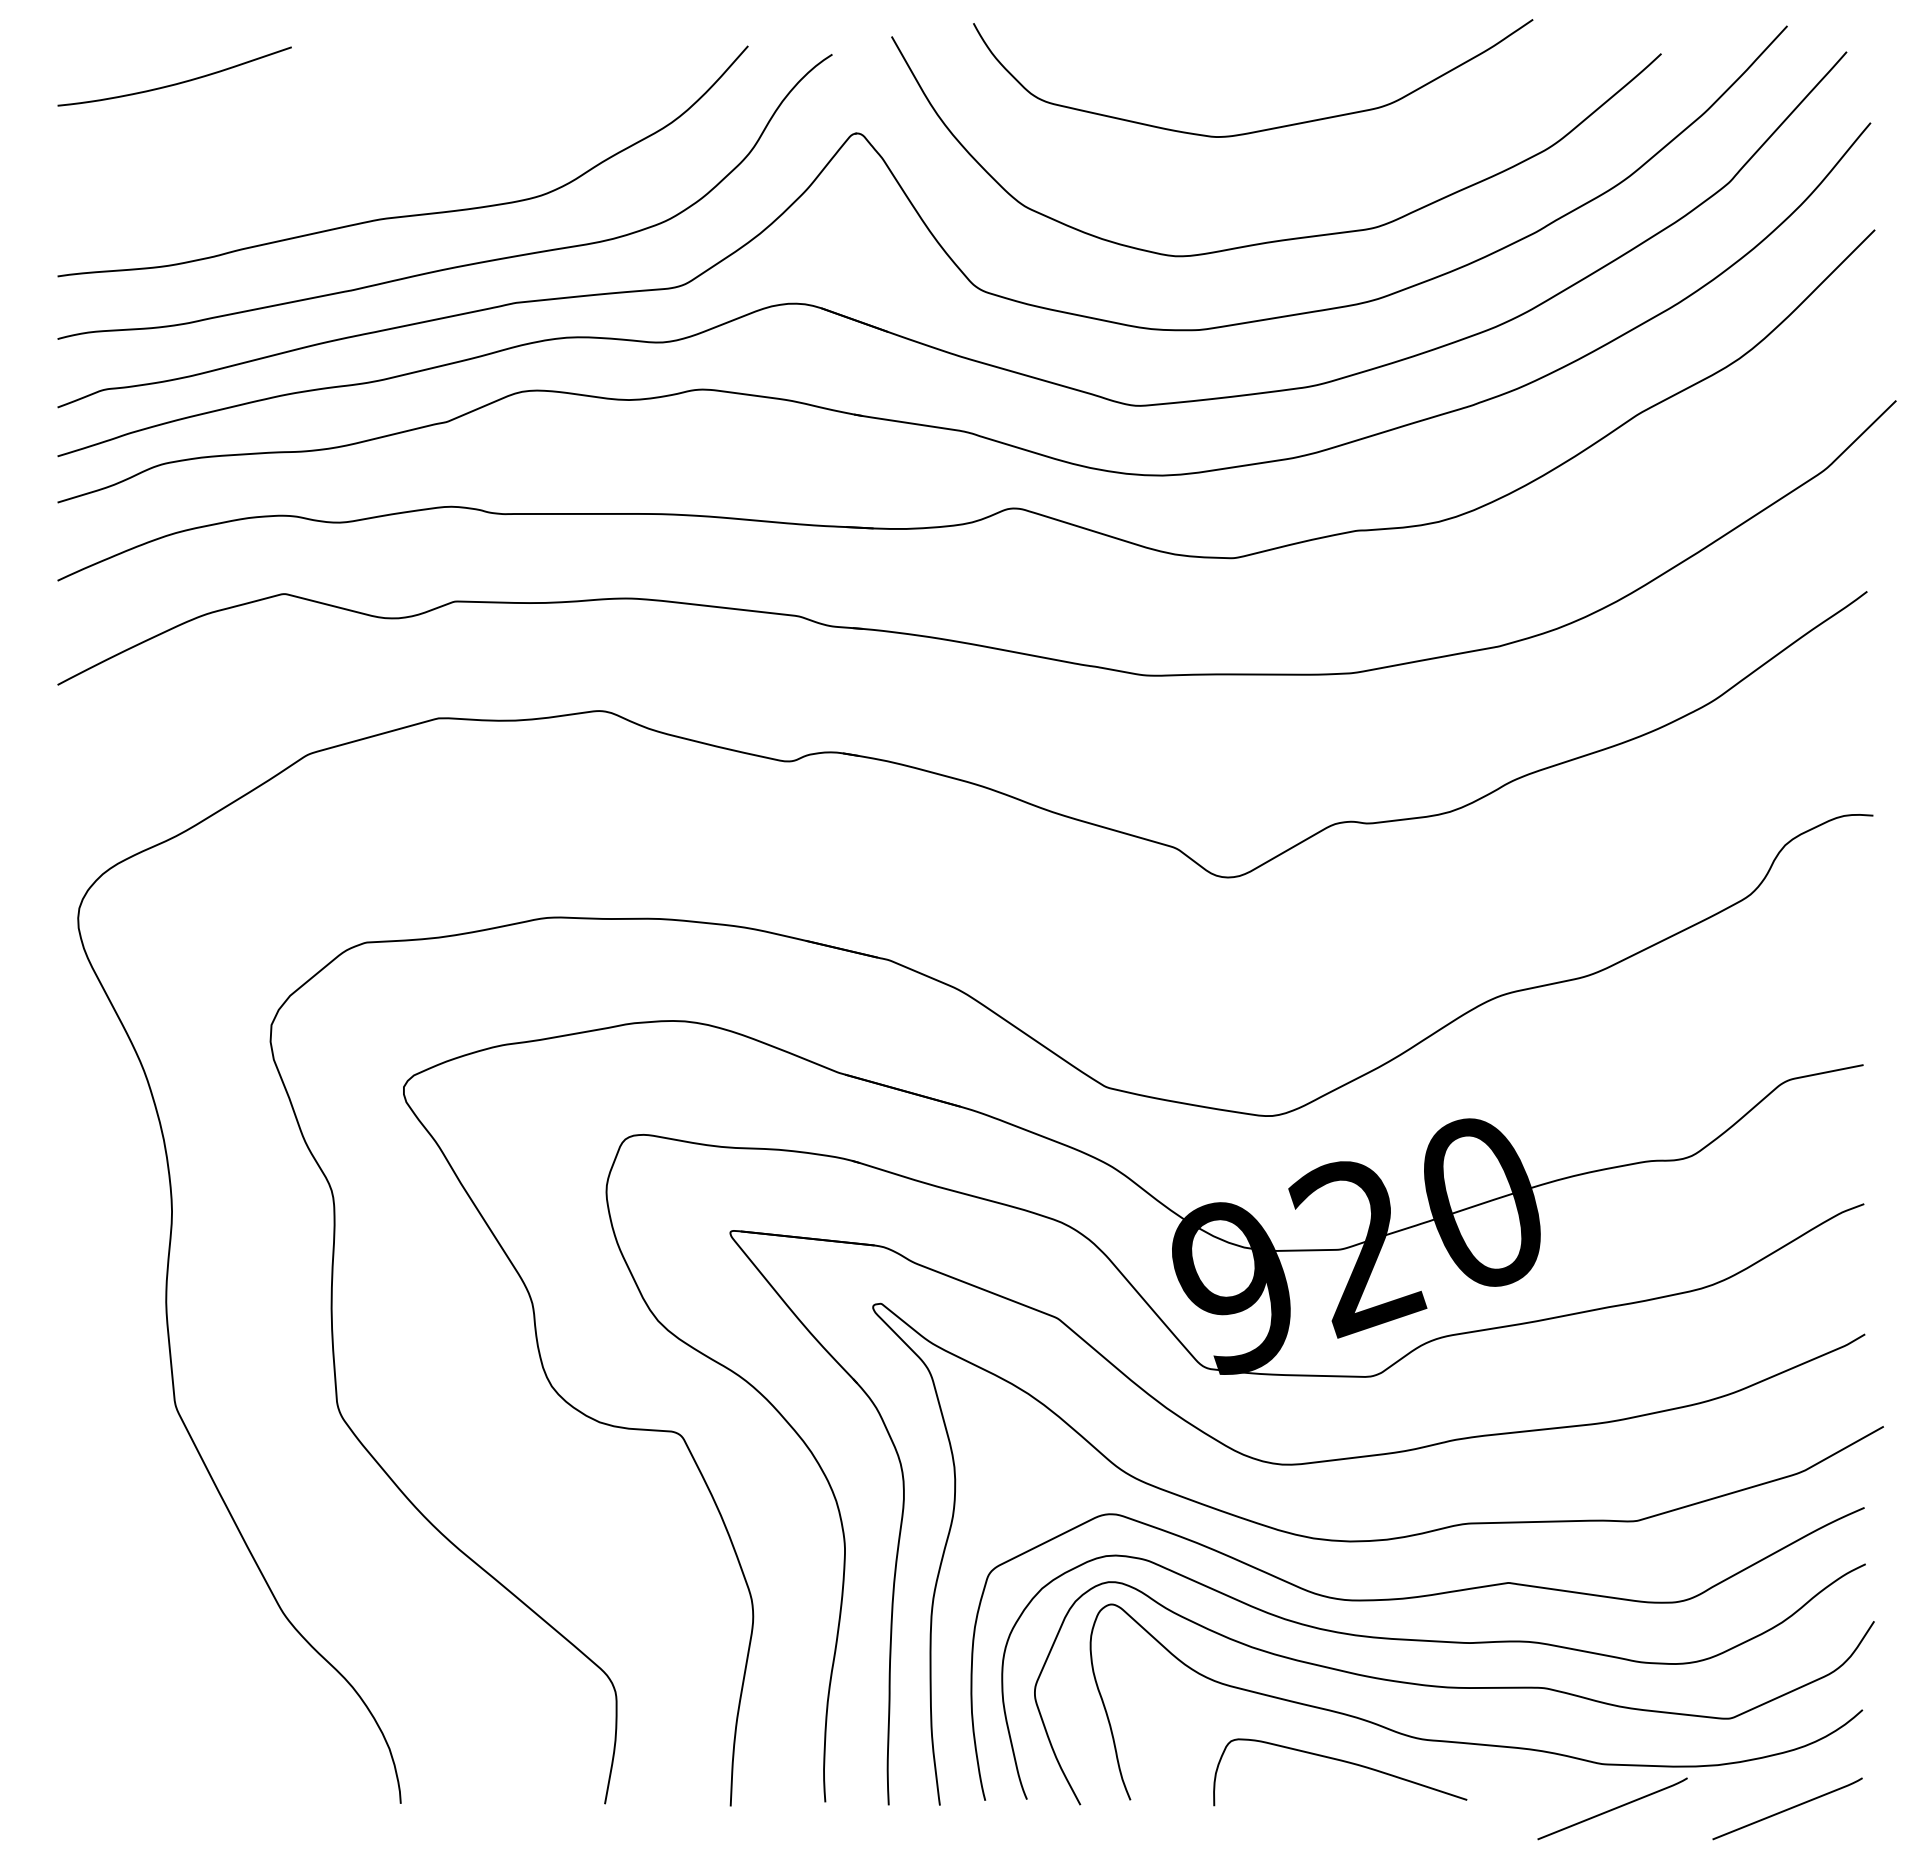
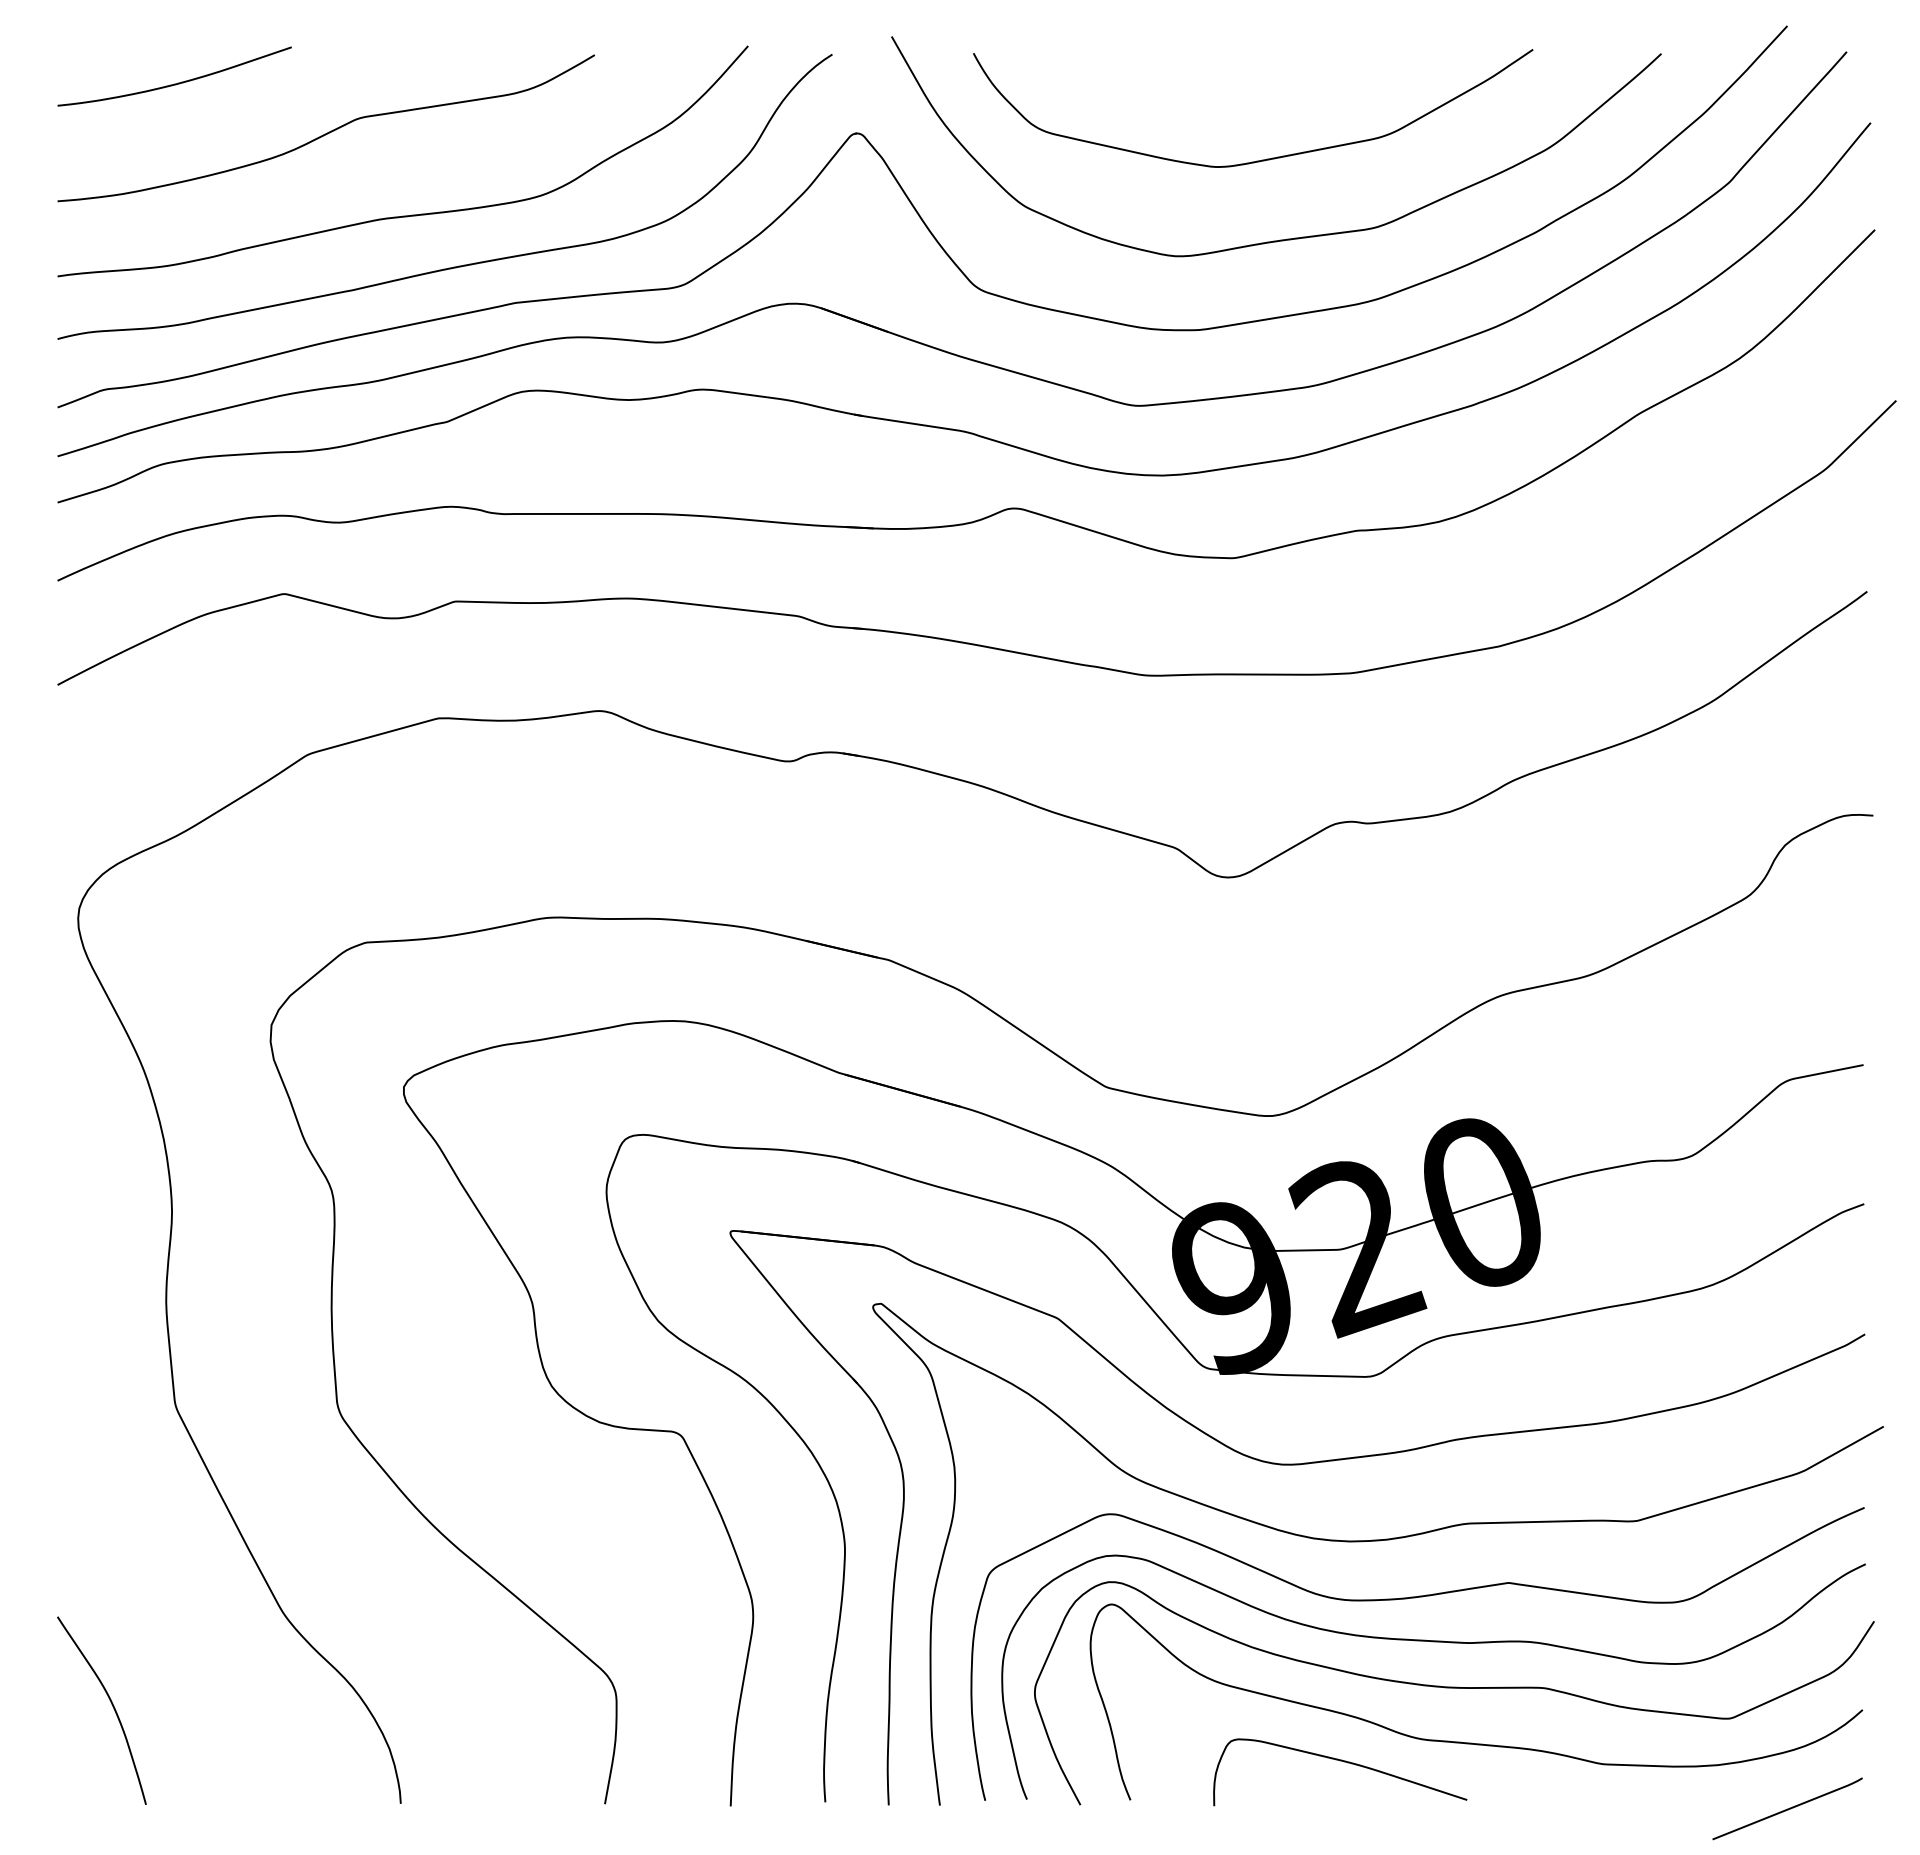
curve at (1262, 129) position: (1262, 129) -> (1262, 159)
curve at (327, 132): none -> present
curve at (111, 1704): none -> present
line at (1612, 1808): present -> none
